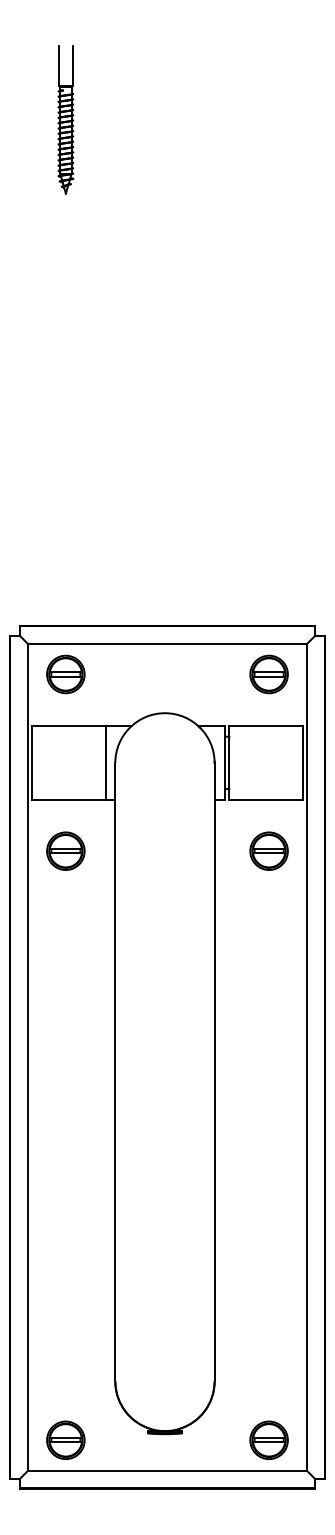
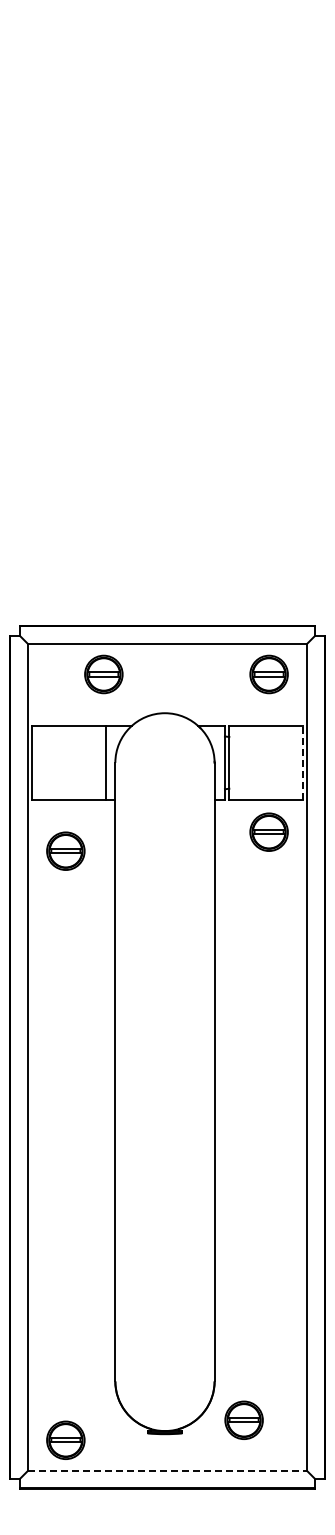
part at (65, 119): present -> none
part at (65, 674) position: (65, 674) -> (103, 674)
line at (302, 762): solid -> dashed
part at (268, 850) position: (268, 850) -> (268, 831)
part at (268, 1439) position: (268, 1439) -> (243, 1419)
line at (168, 1470): solid -> dashed
